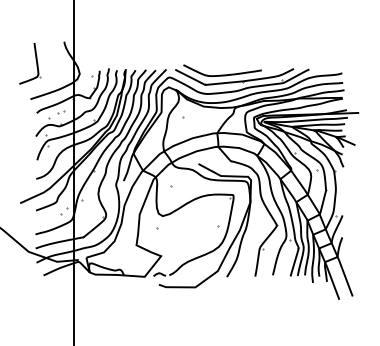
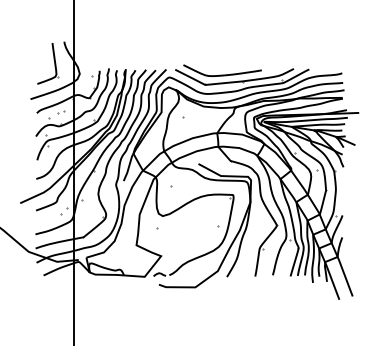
part at (30, 63) position: (30, 63) -> (48, 63)
